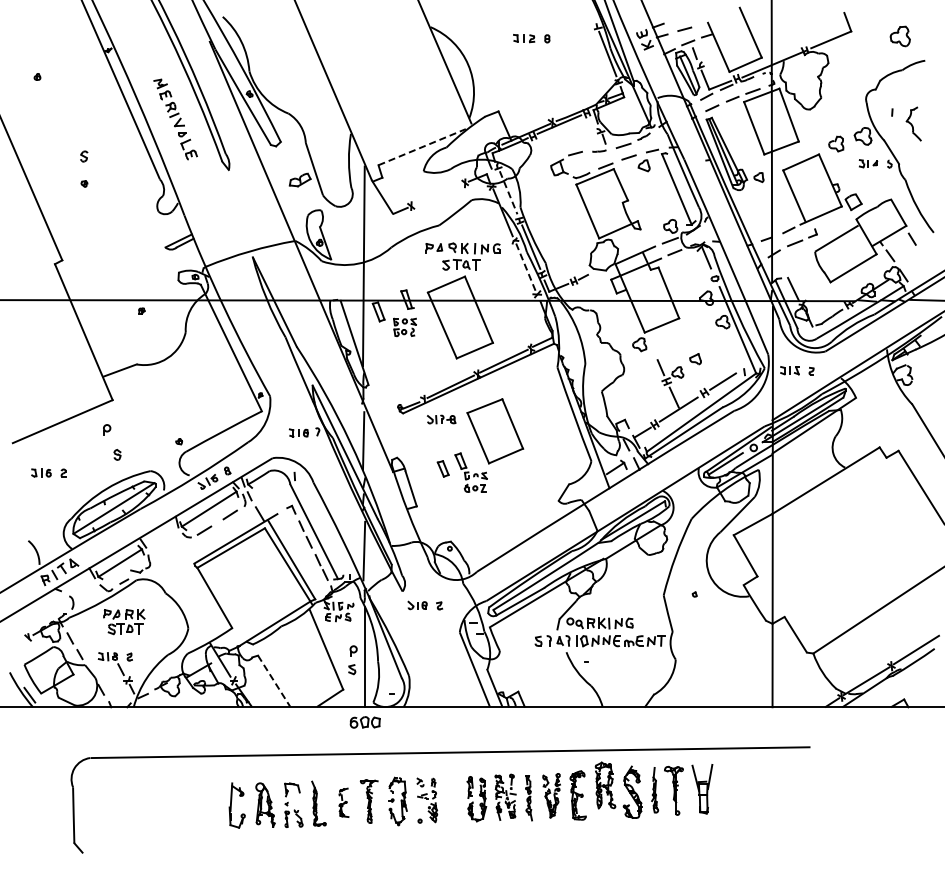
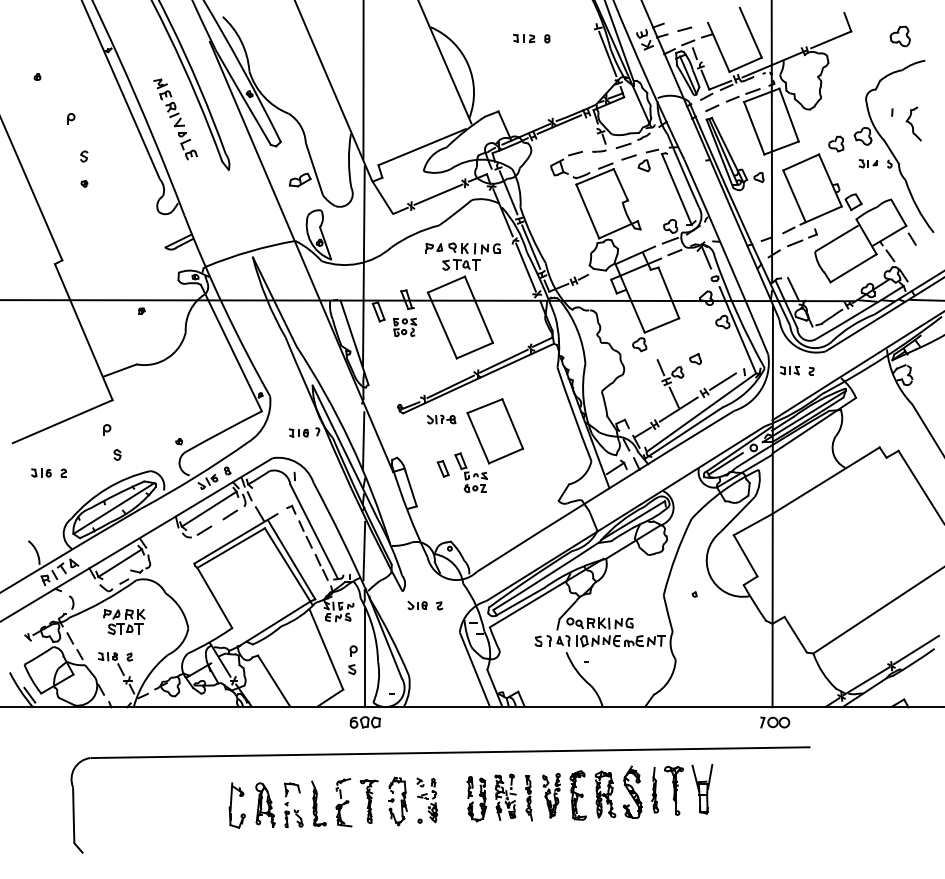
line at (363, 80): none -> present
part at (71, 118): none -> present
line at (422, 147): dashed -> solid
line at (508, 193): dashed -> solid
line at (438, 194): none -> present
line at (526, 268): dashed -> solid
line at (274, 681): dashed -> solid
part at (775, 722): none -> present
part at (605, 785) position: (605, 785) -> (605, 794)
part at (343, 802) size: 12x31 px -> 18x50 px
